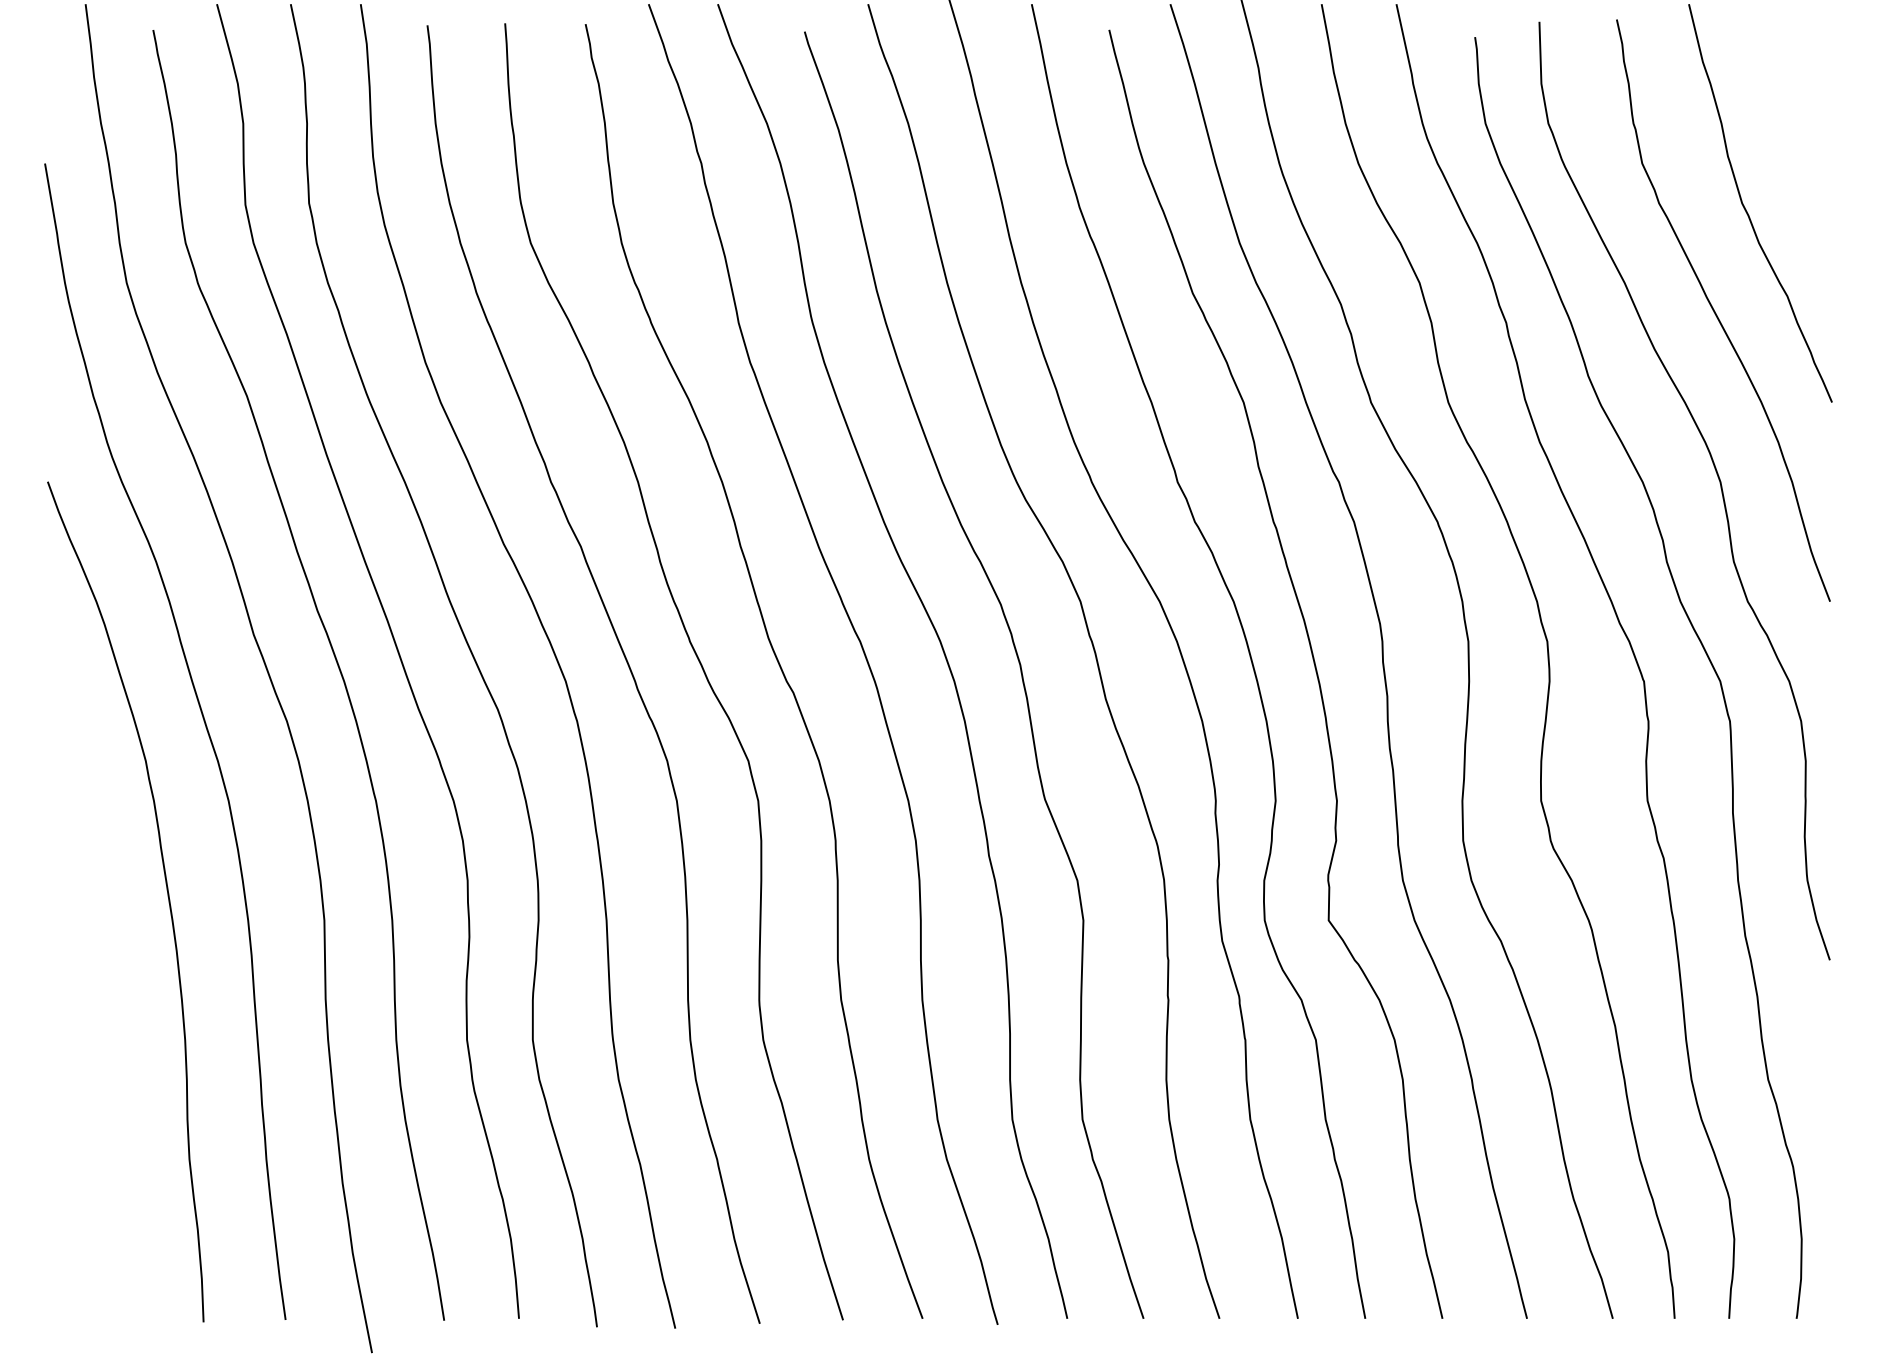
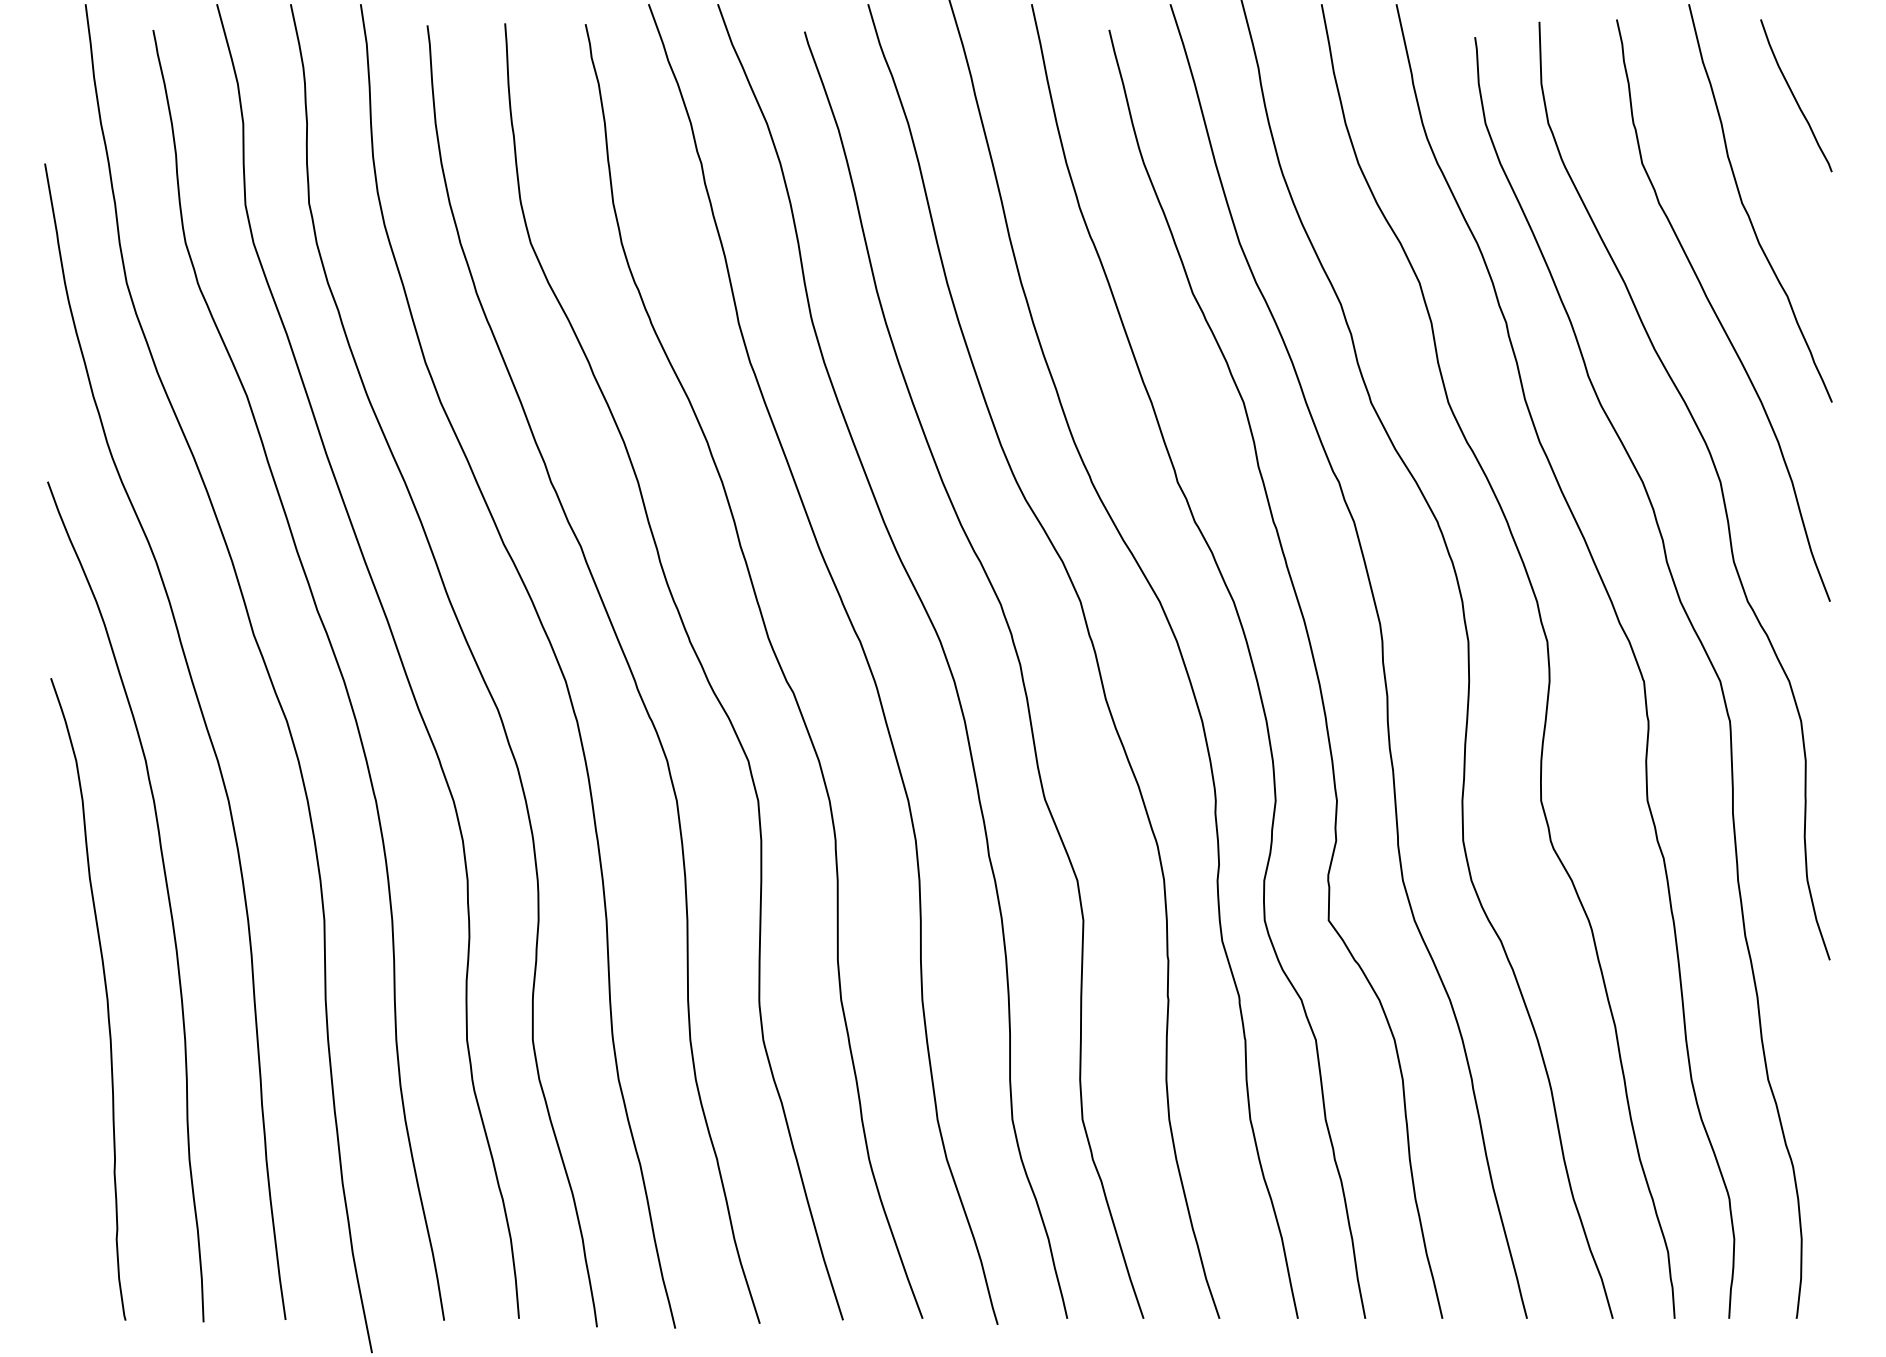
curve at (1794, 95): none -> present
curve at (106, 999): none -> present
